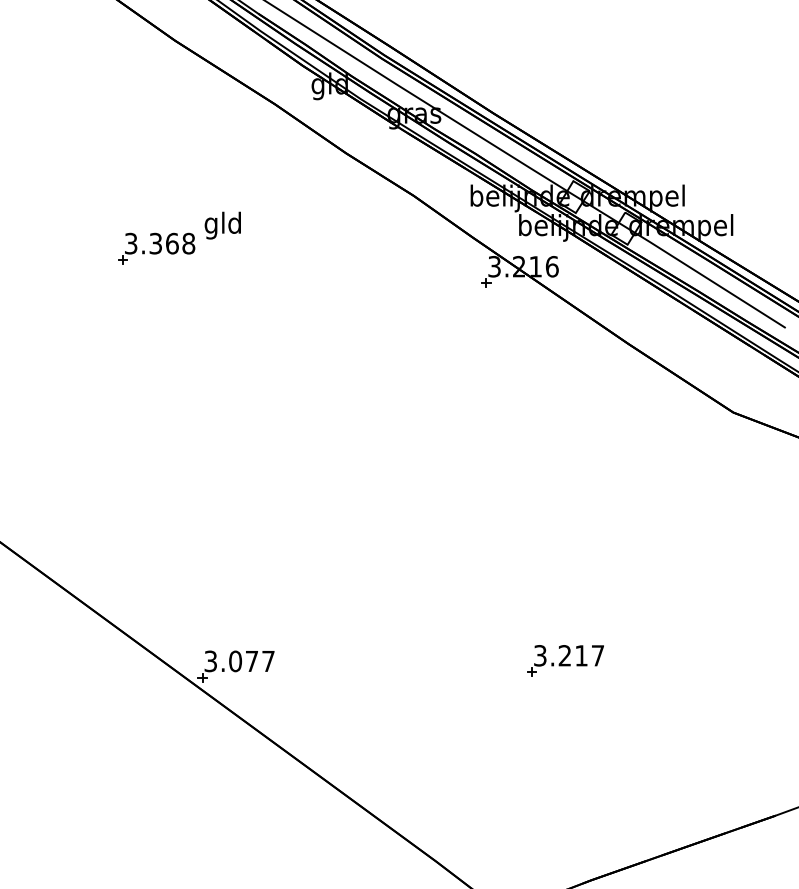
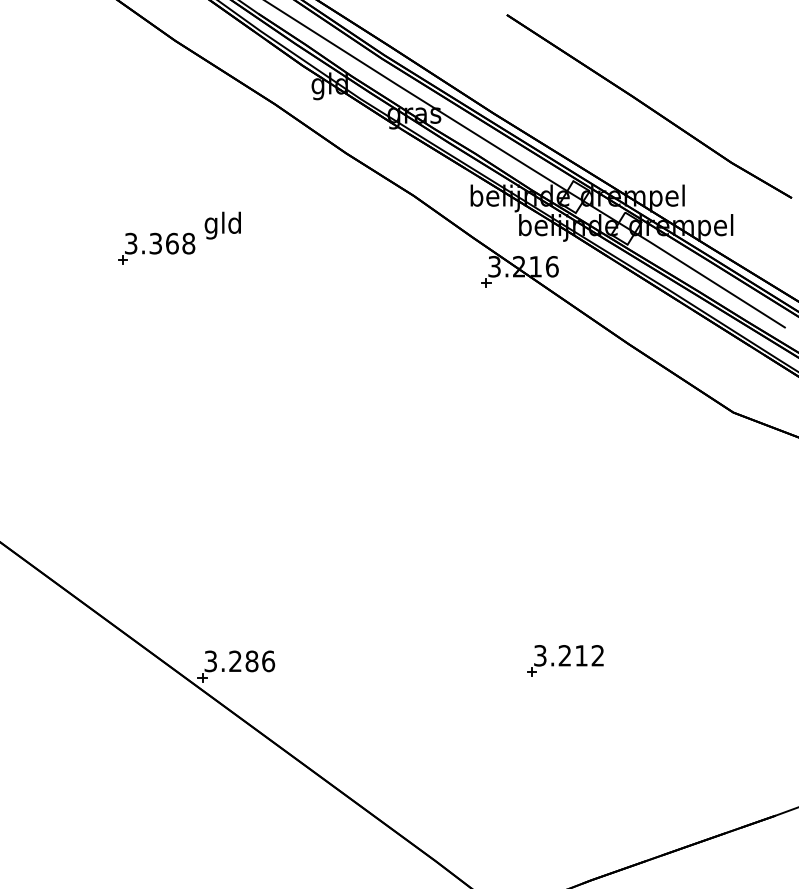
part at (649, 106): none -> present
text at (597, 655): 3.217 -> 3.212
text at (252, 661): 3.077 -> 3.286
